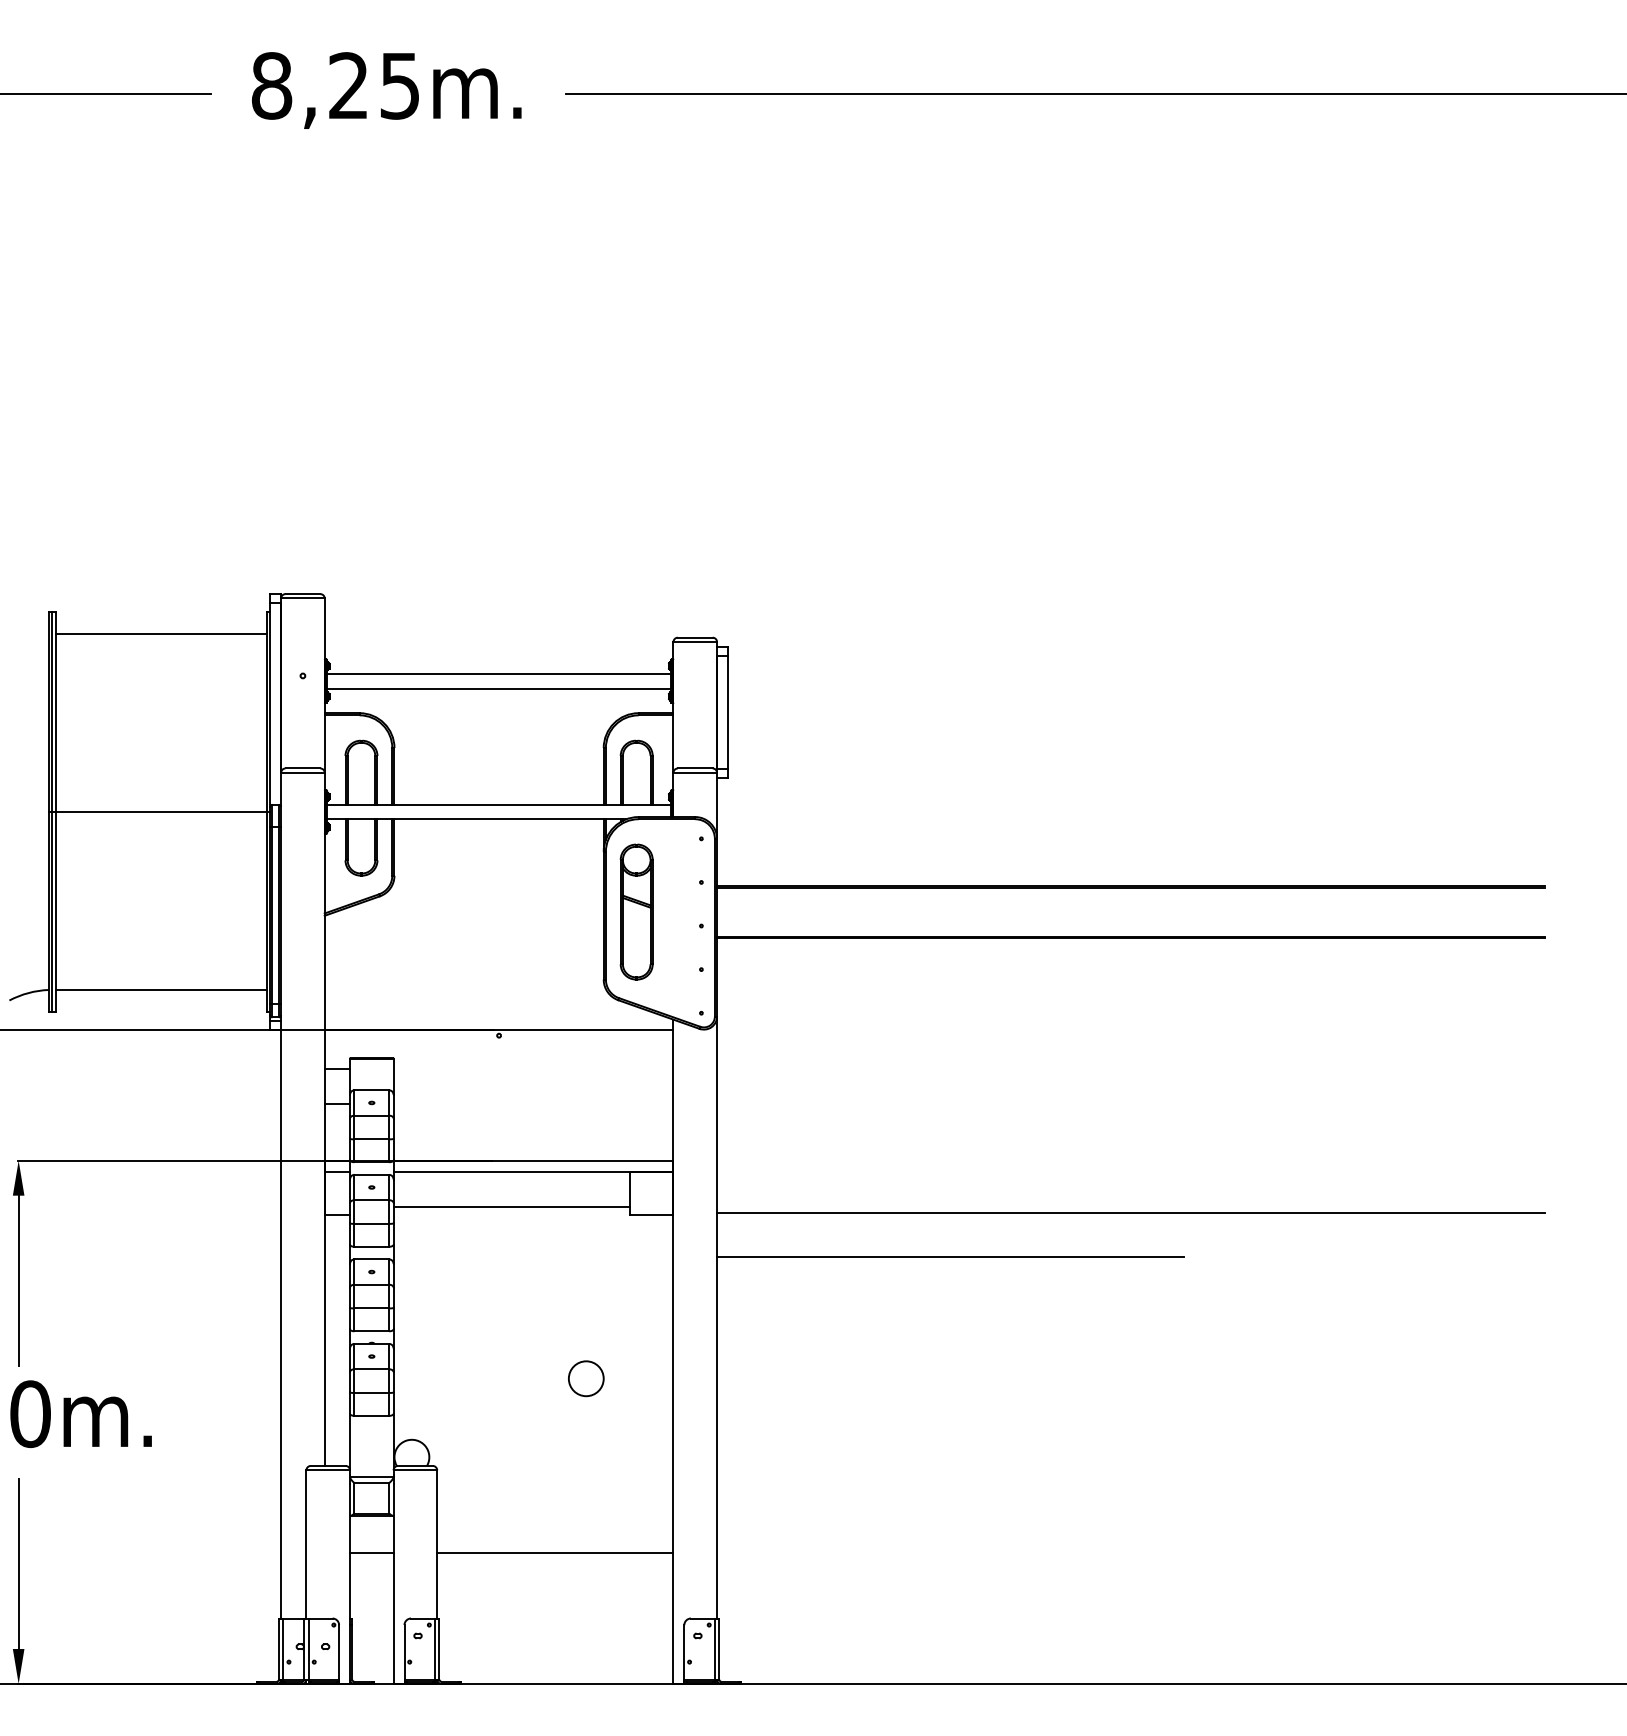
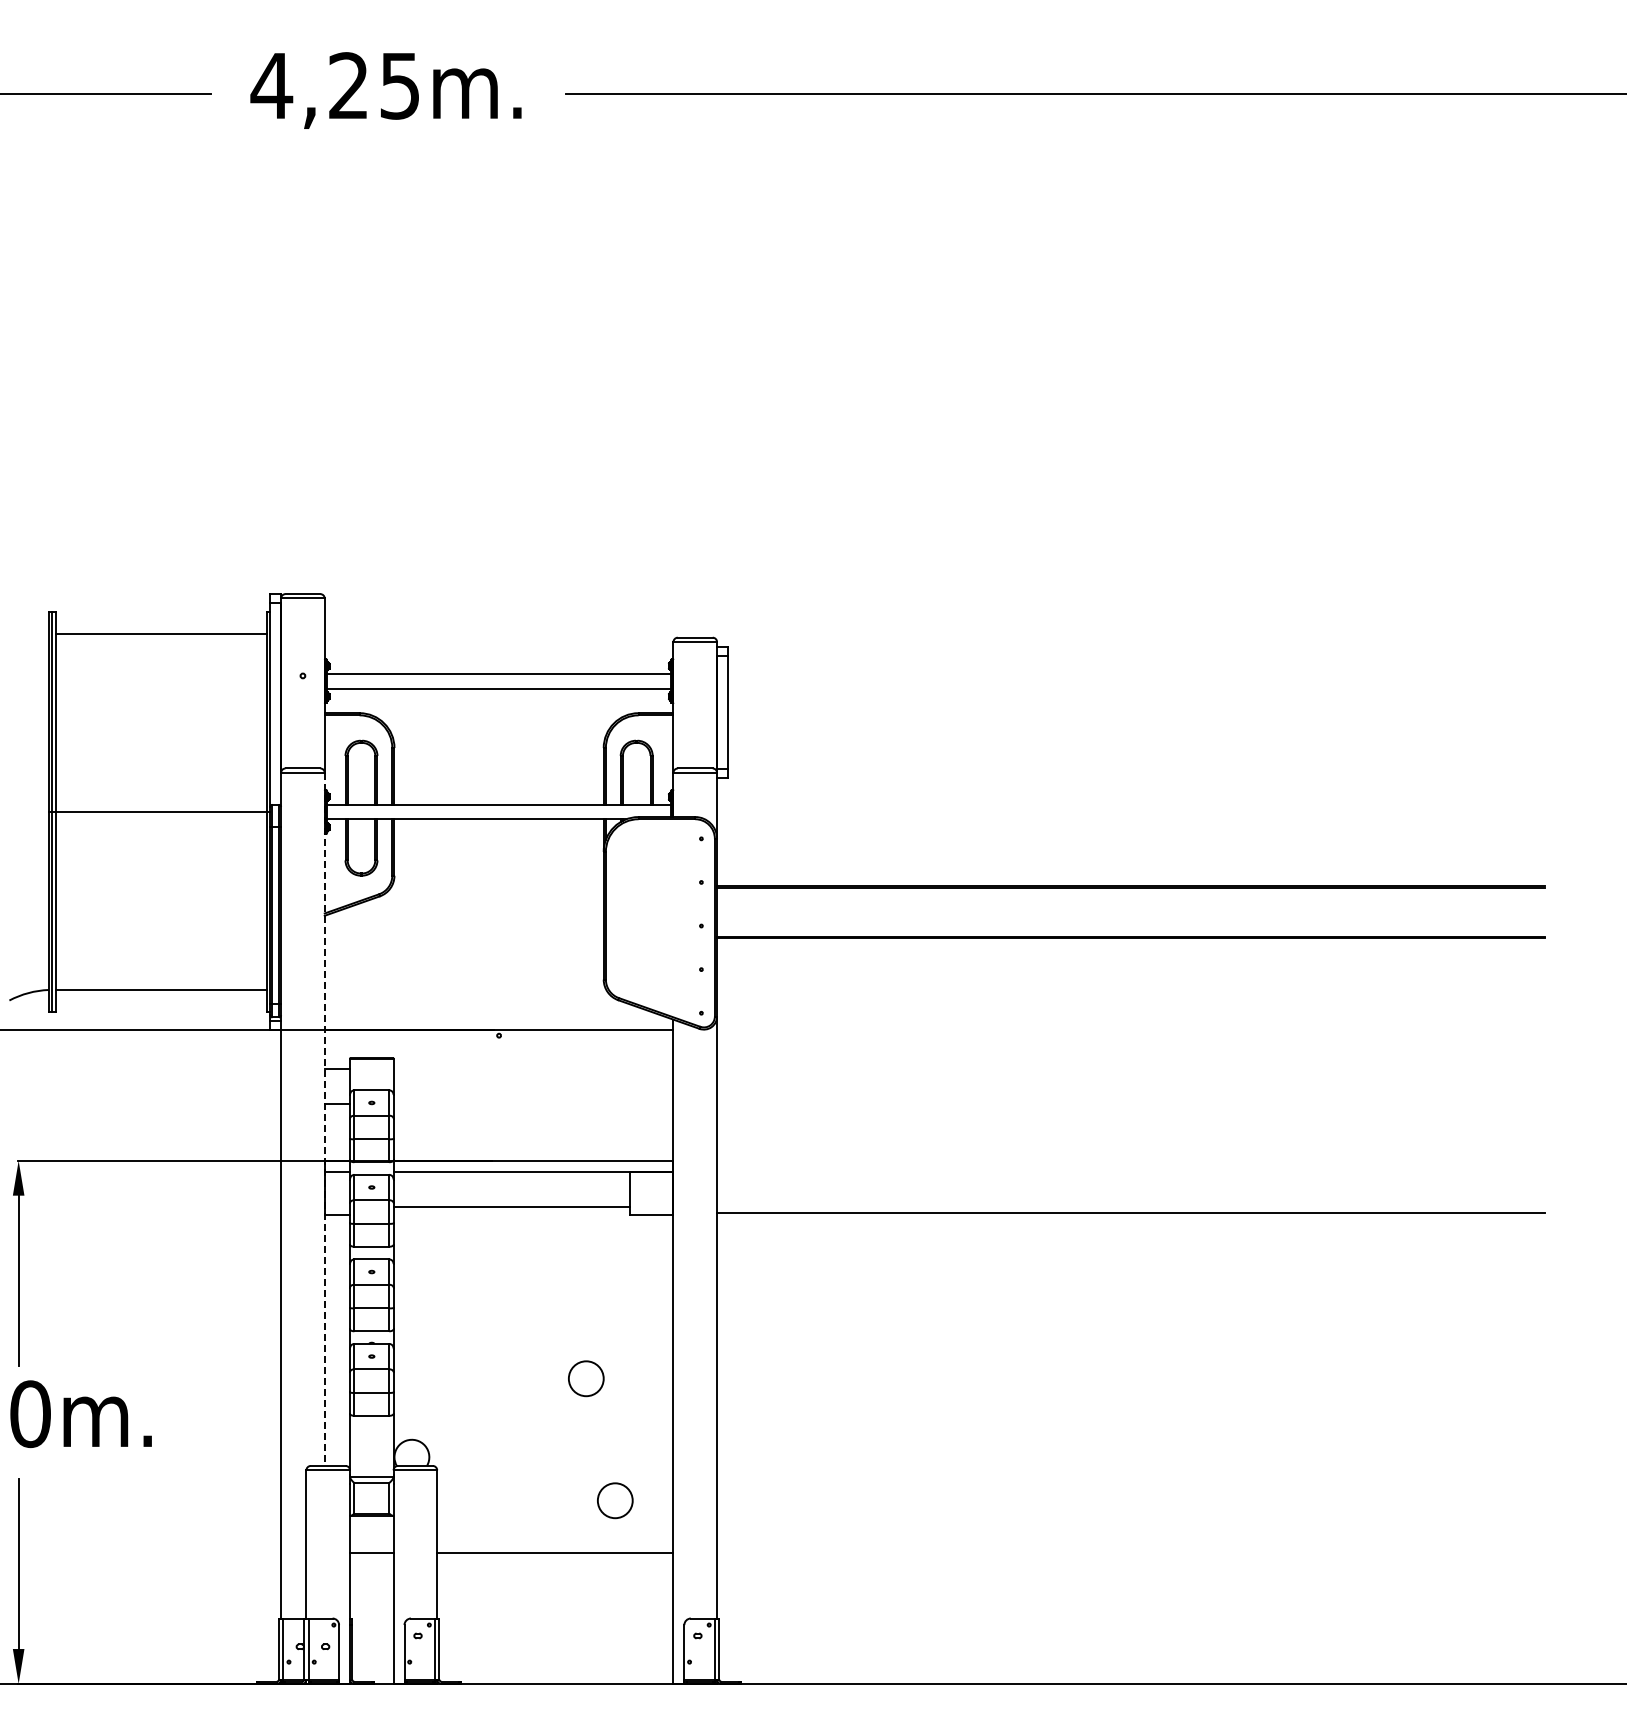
text at (271, 85): 8,25m. -> 4,25m.
part at (636, 911): present -> none
line at (324, 1119): solid -> dashed
line at (950, 1256): present -> none
circle at (615, 1500): none -> present
